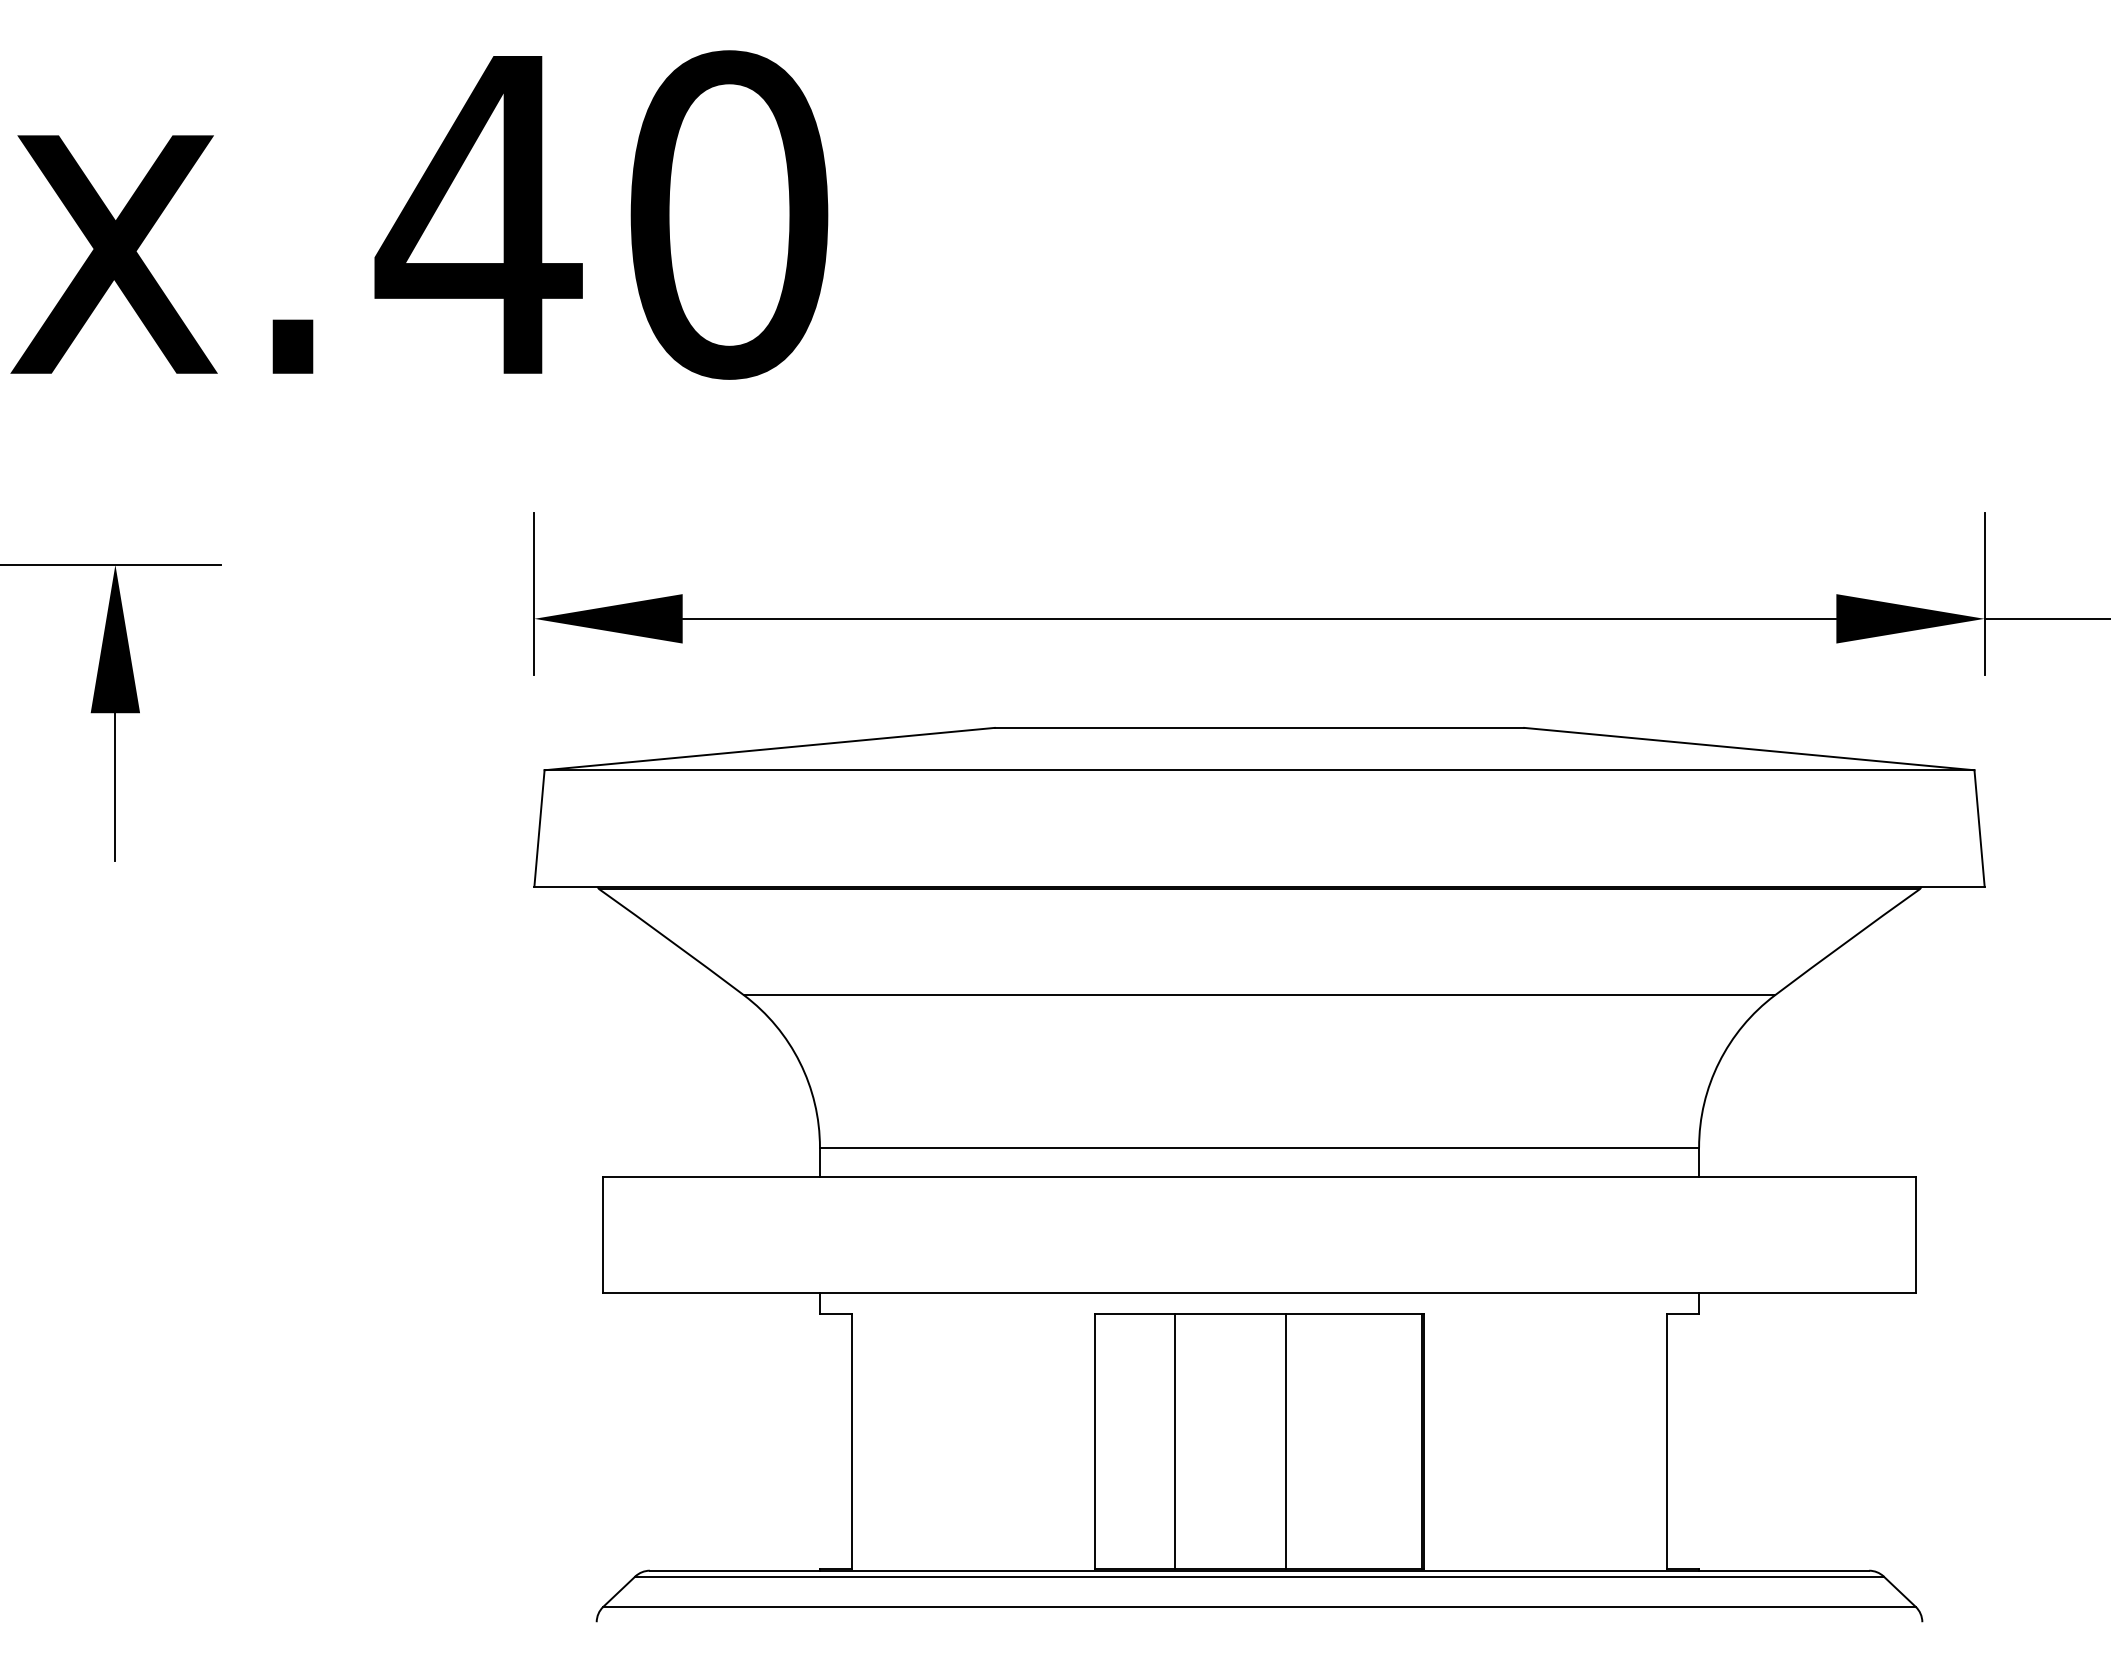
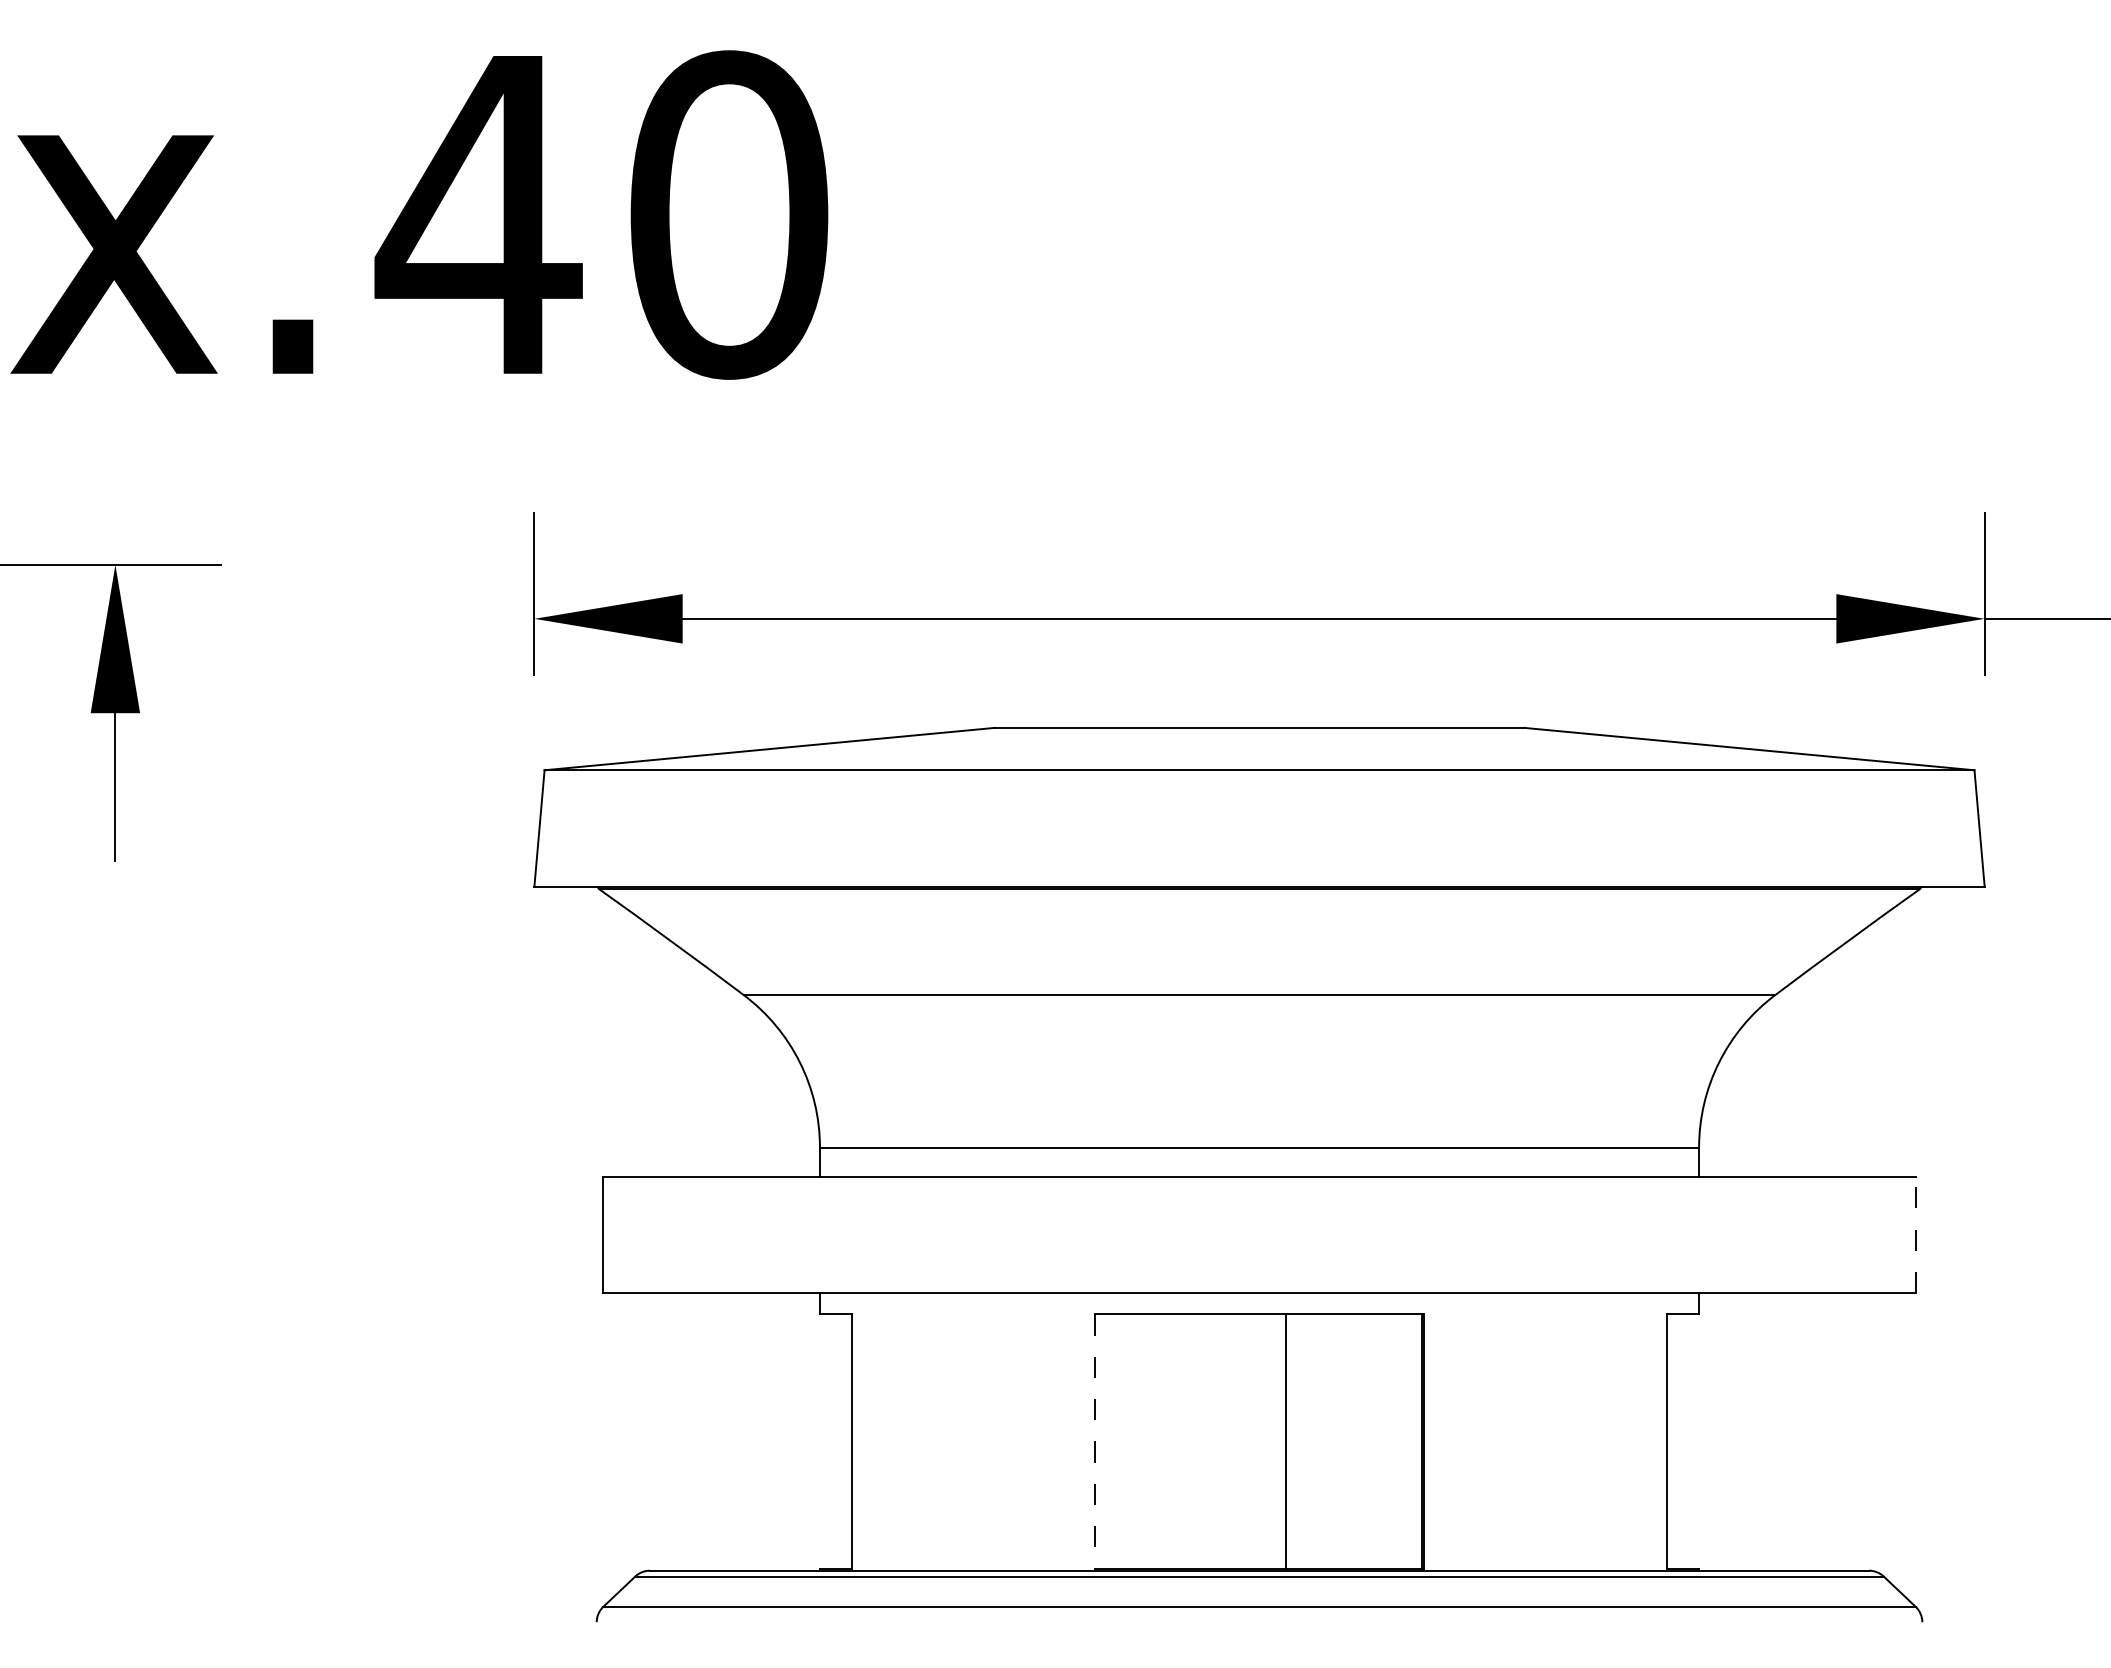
line at (1916, 1234): solid -> dashed
line at (1095, 1441): solid -> dashed
line at (1174, 1441): present -> none
